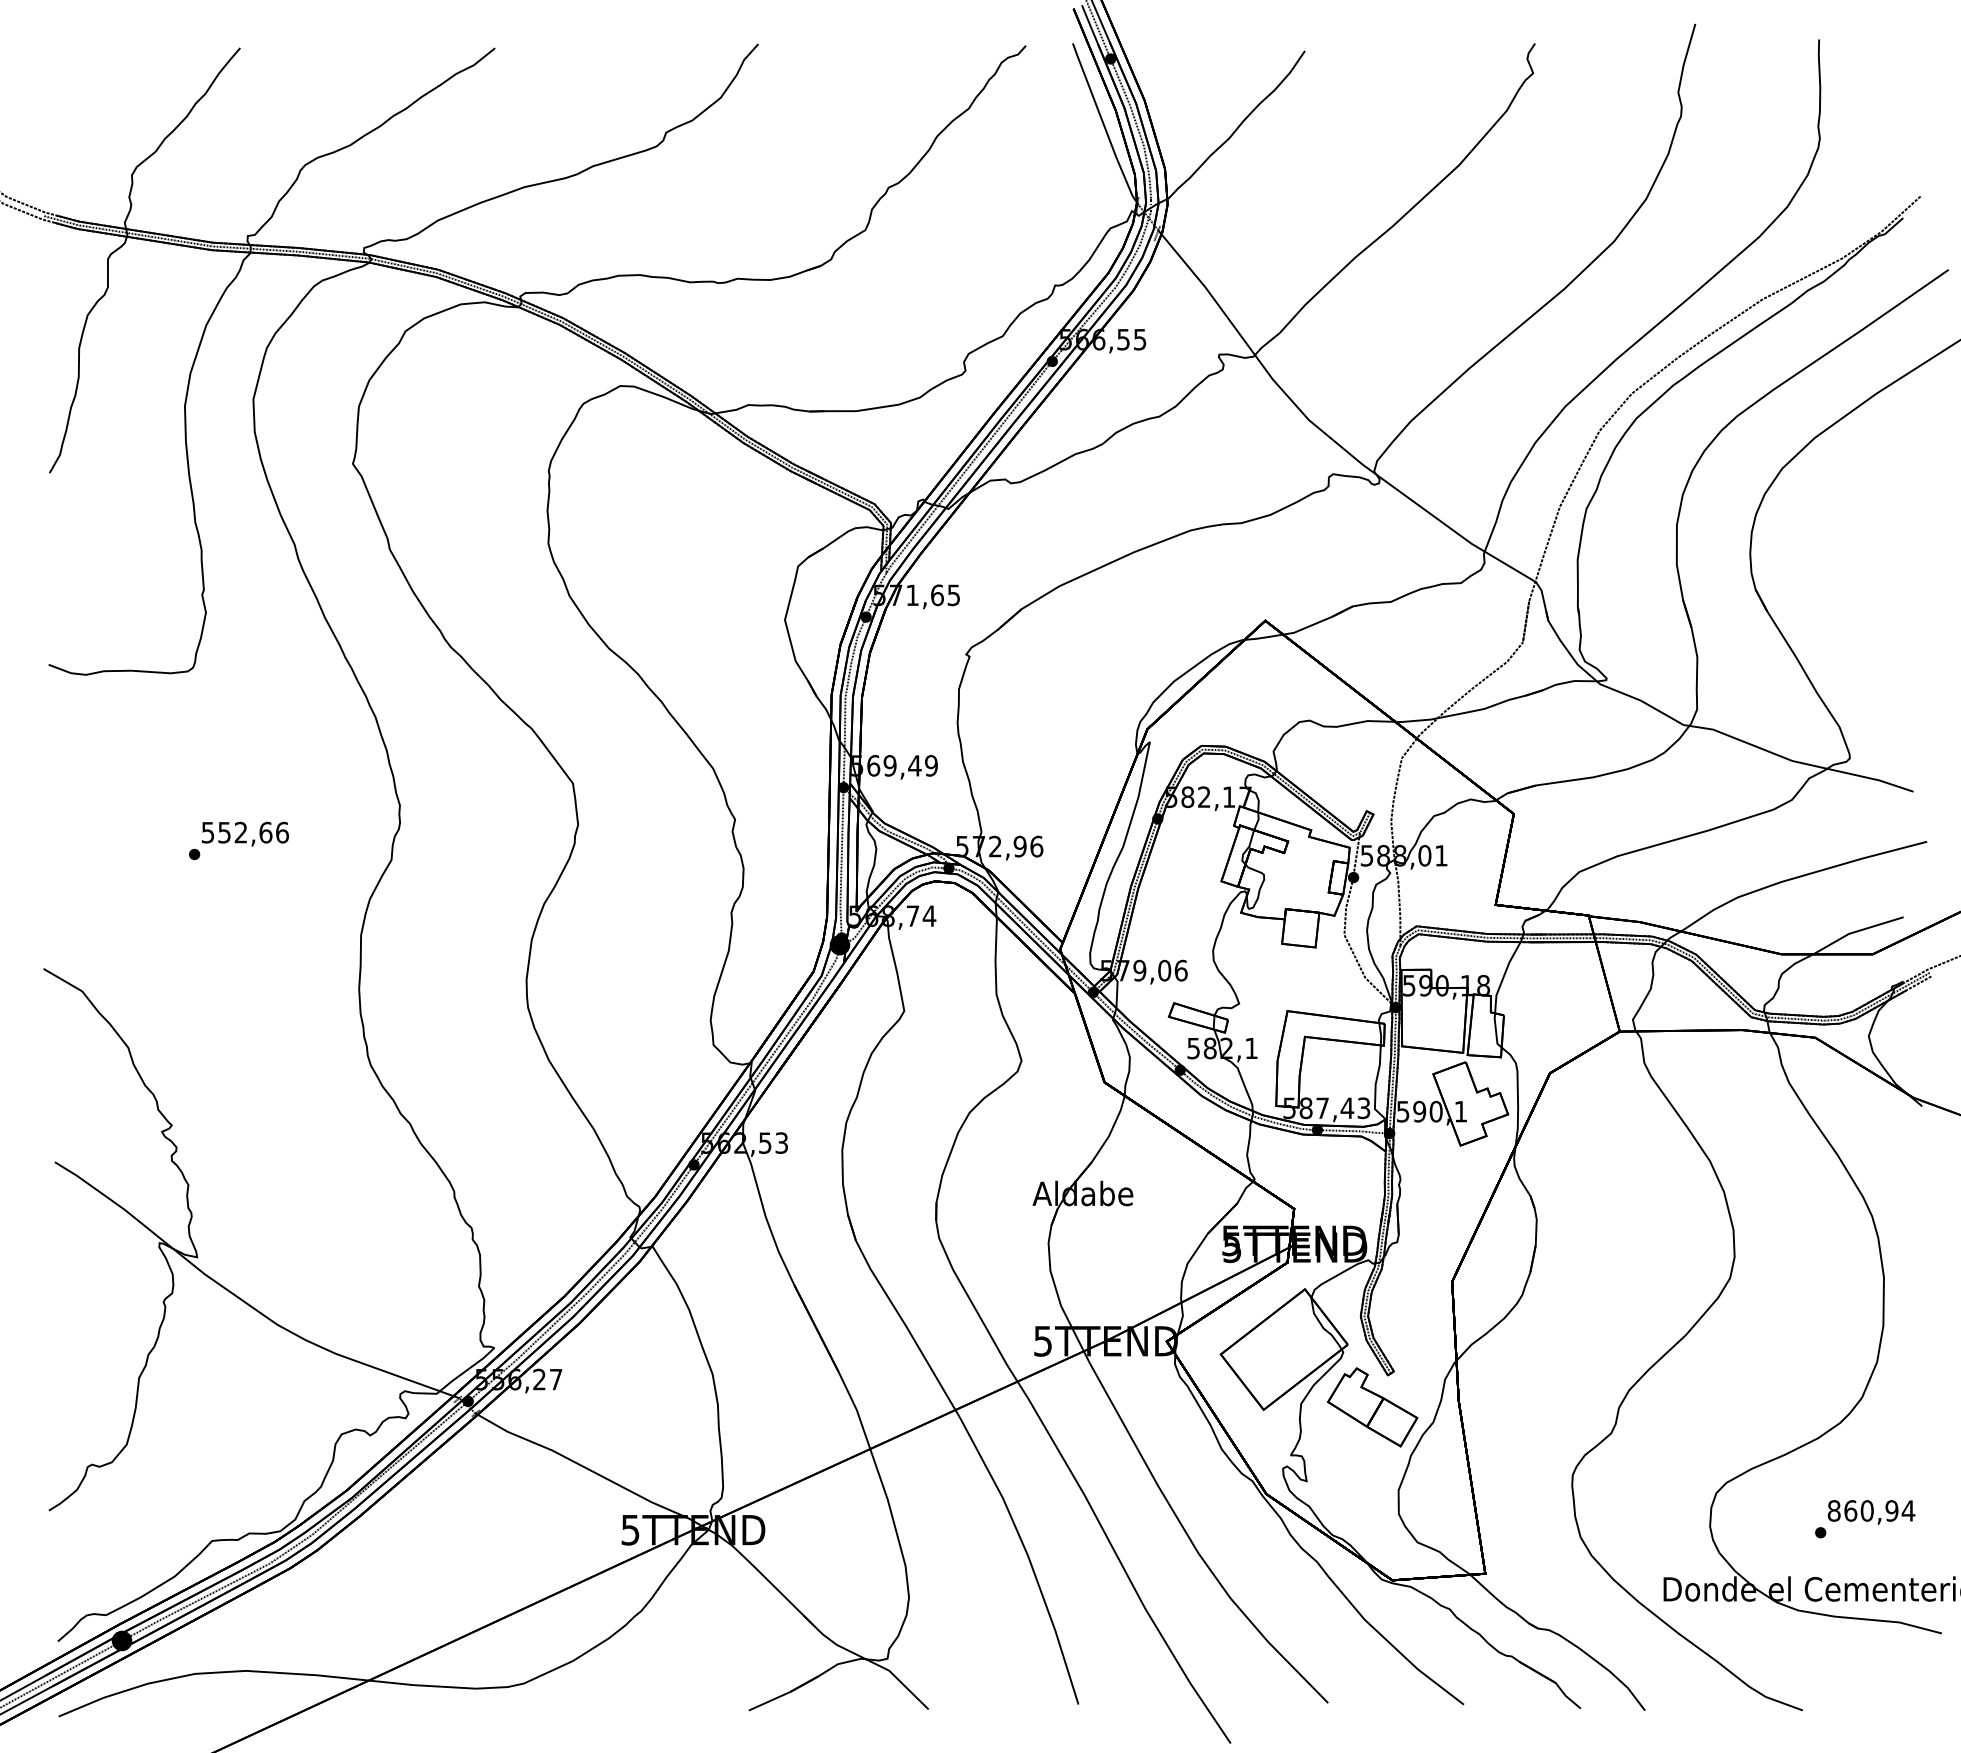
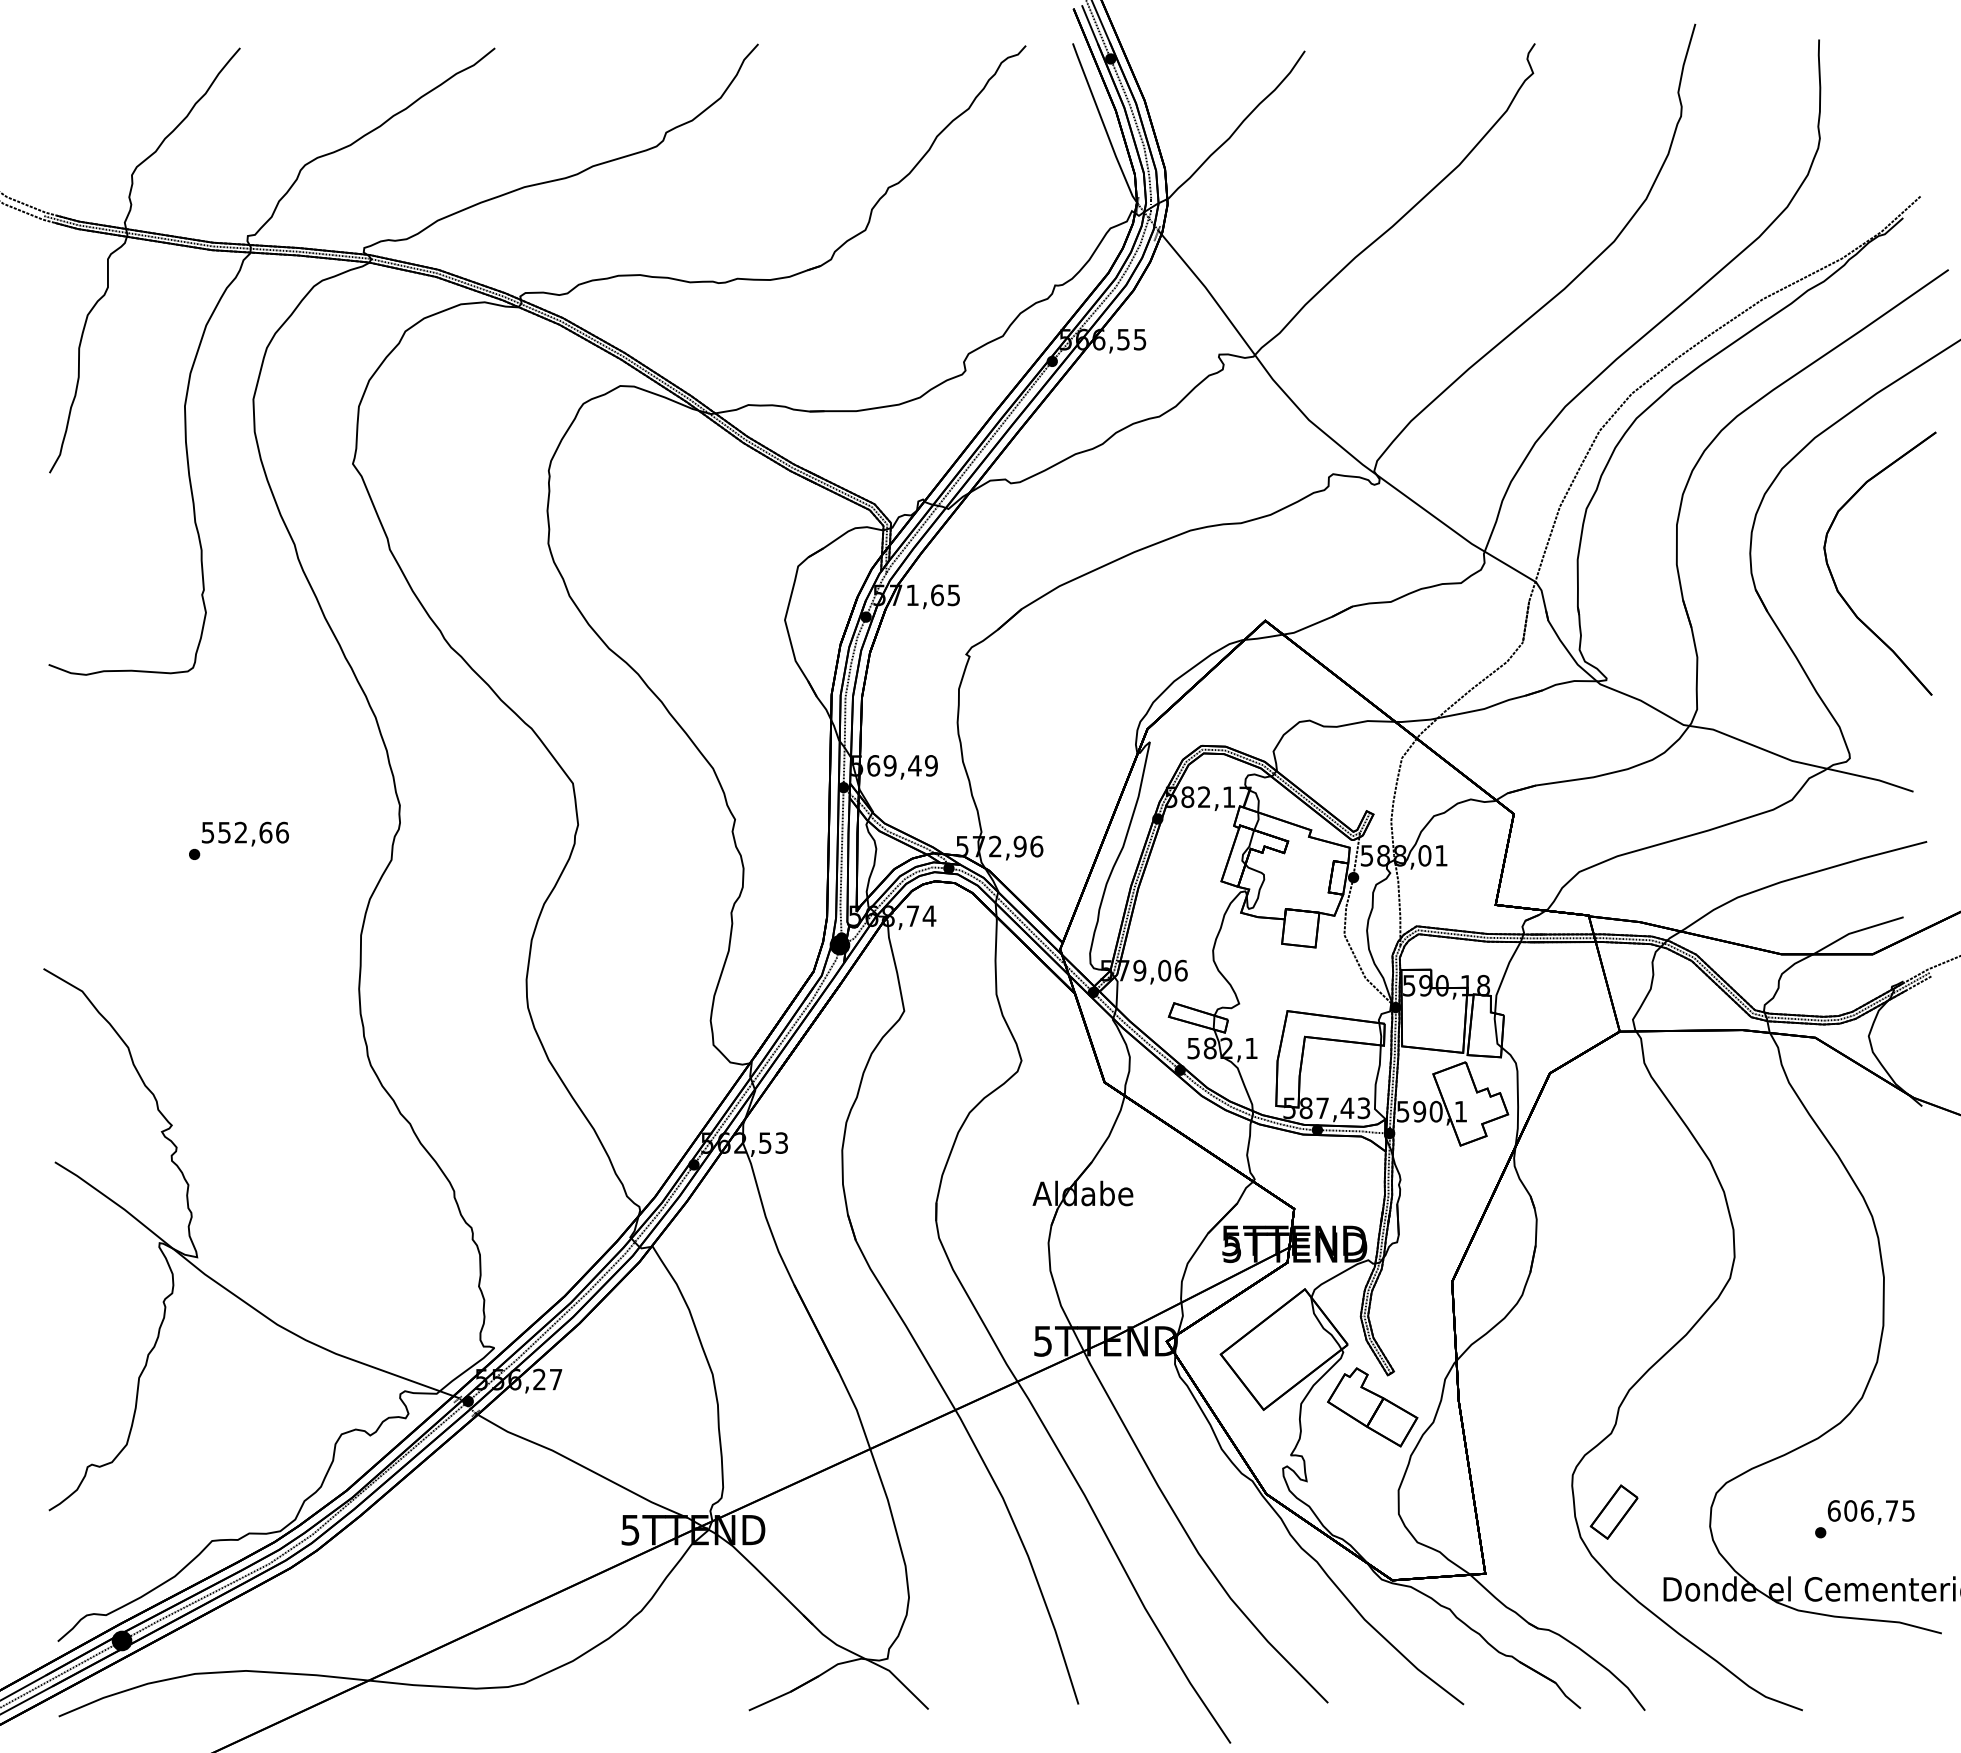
part at (1835, 581): none -> present
text at (1871, 1510): 860,94 -> 606,75
part at (1613, 1511): none -> present
